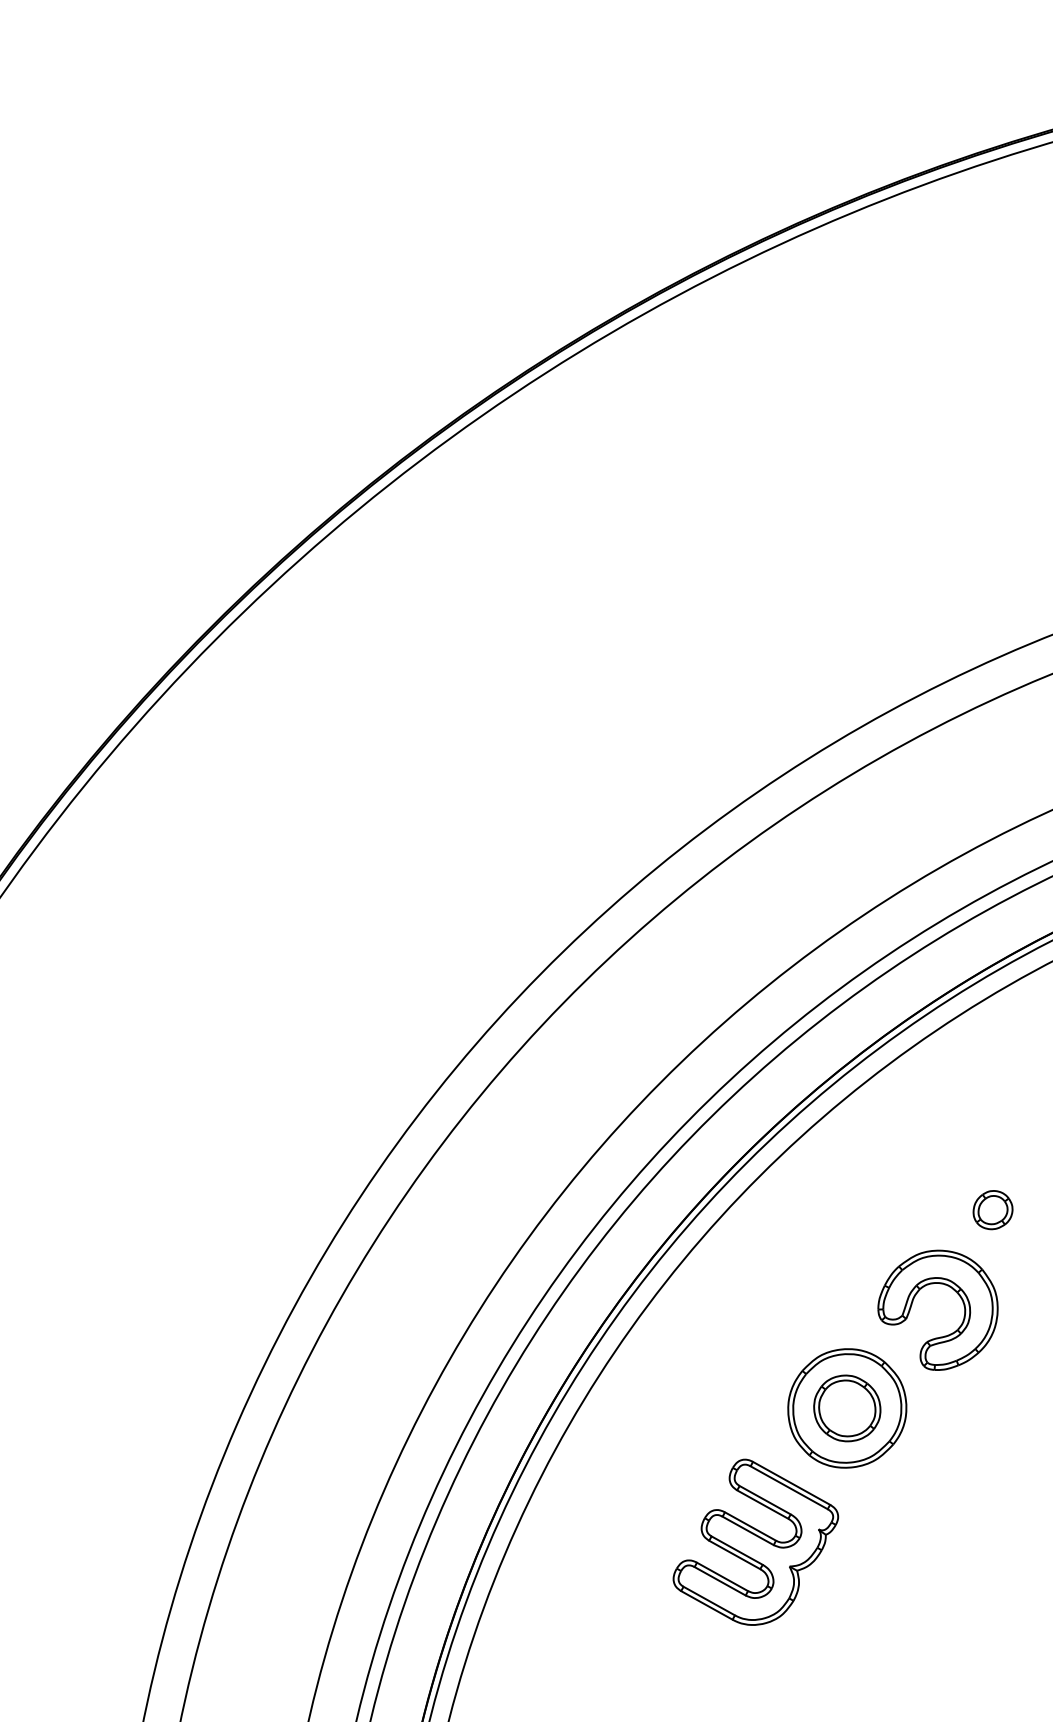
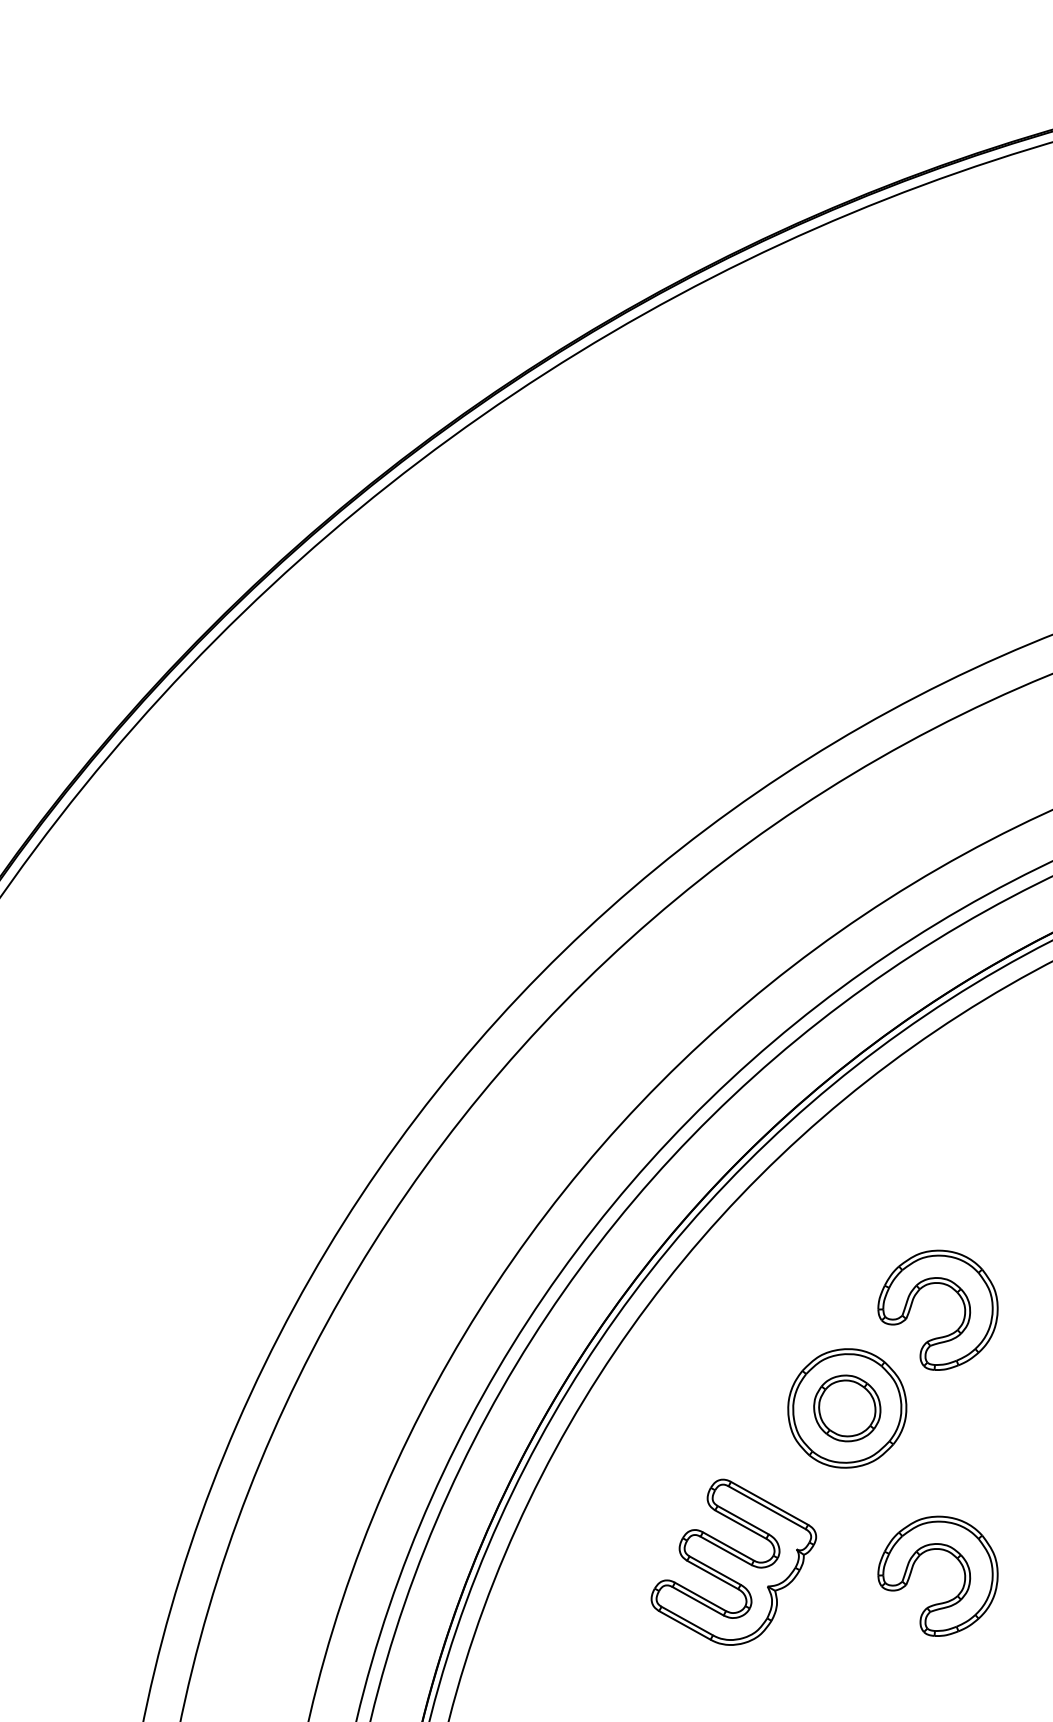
part at (992, 1210): present -> none
part at (755, 1541) position: (755, 1541) -> (733, 1561)
part at (954, 1557): none -> present
